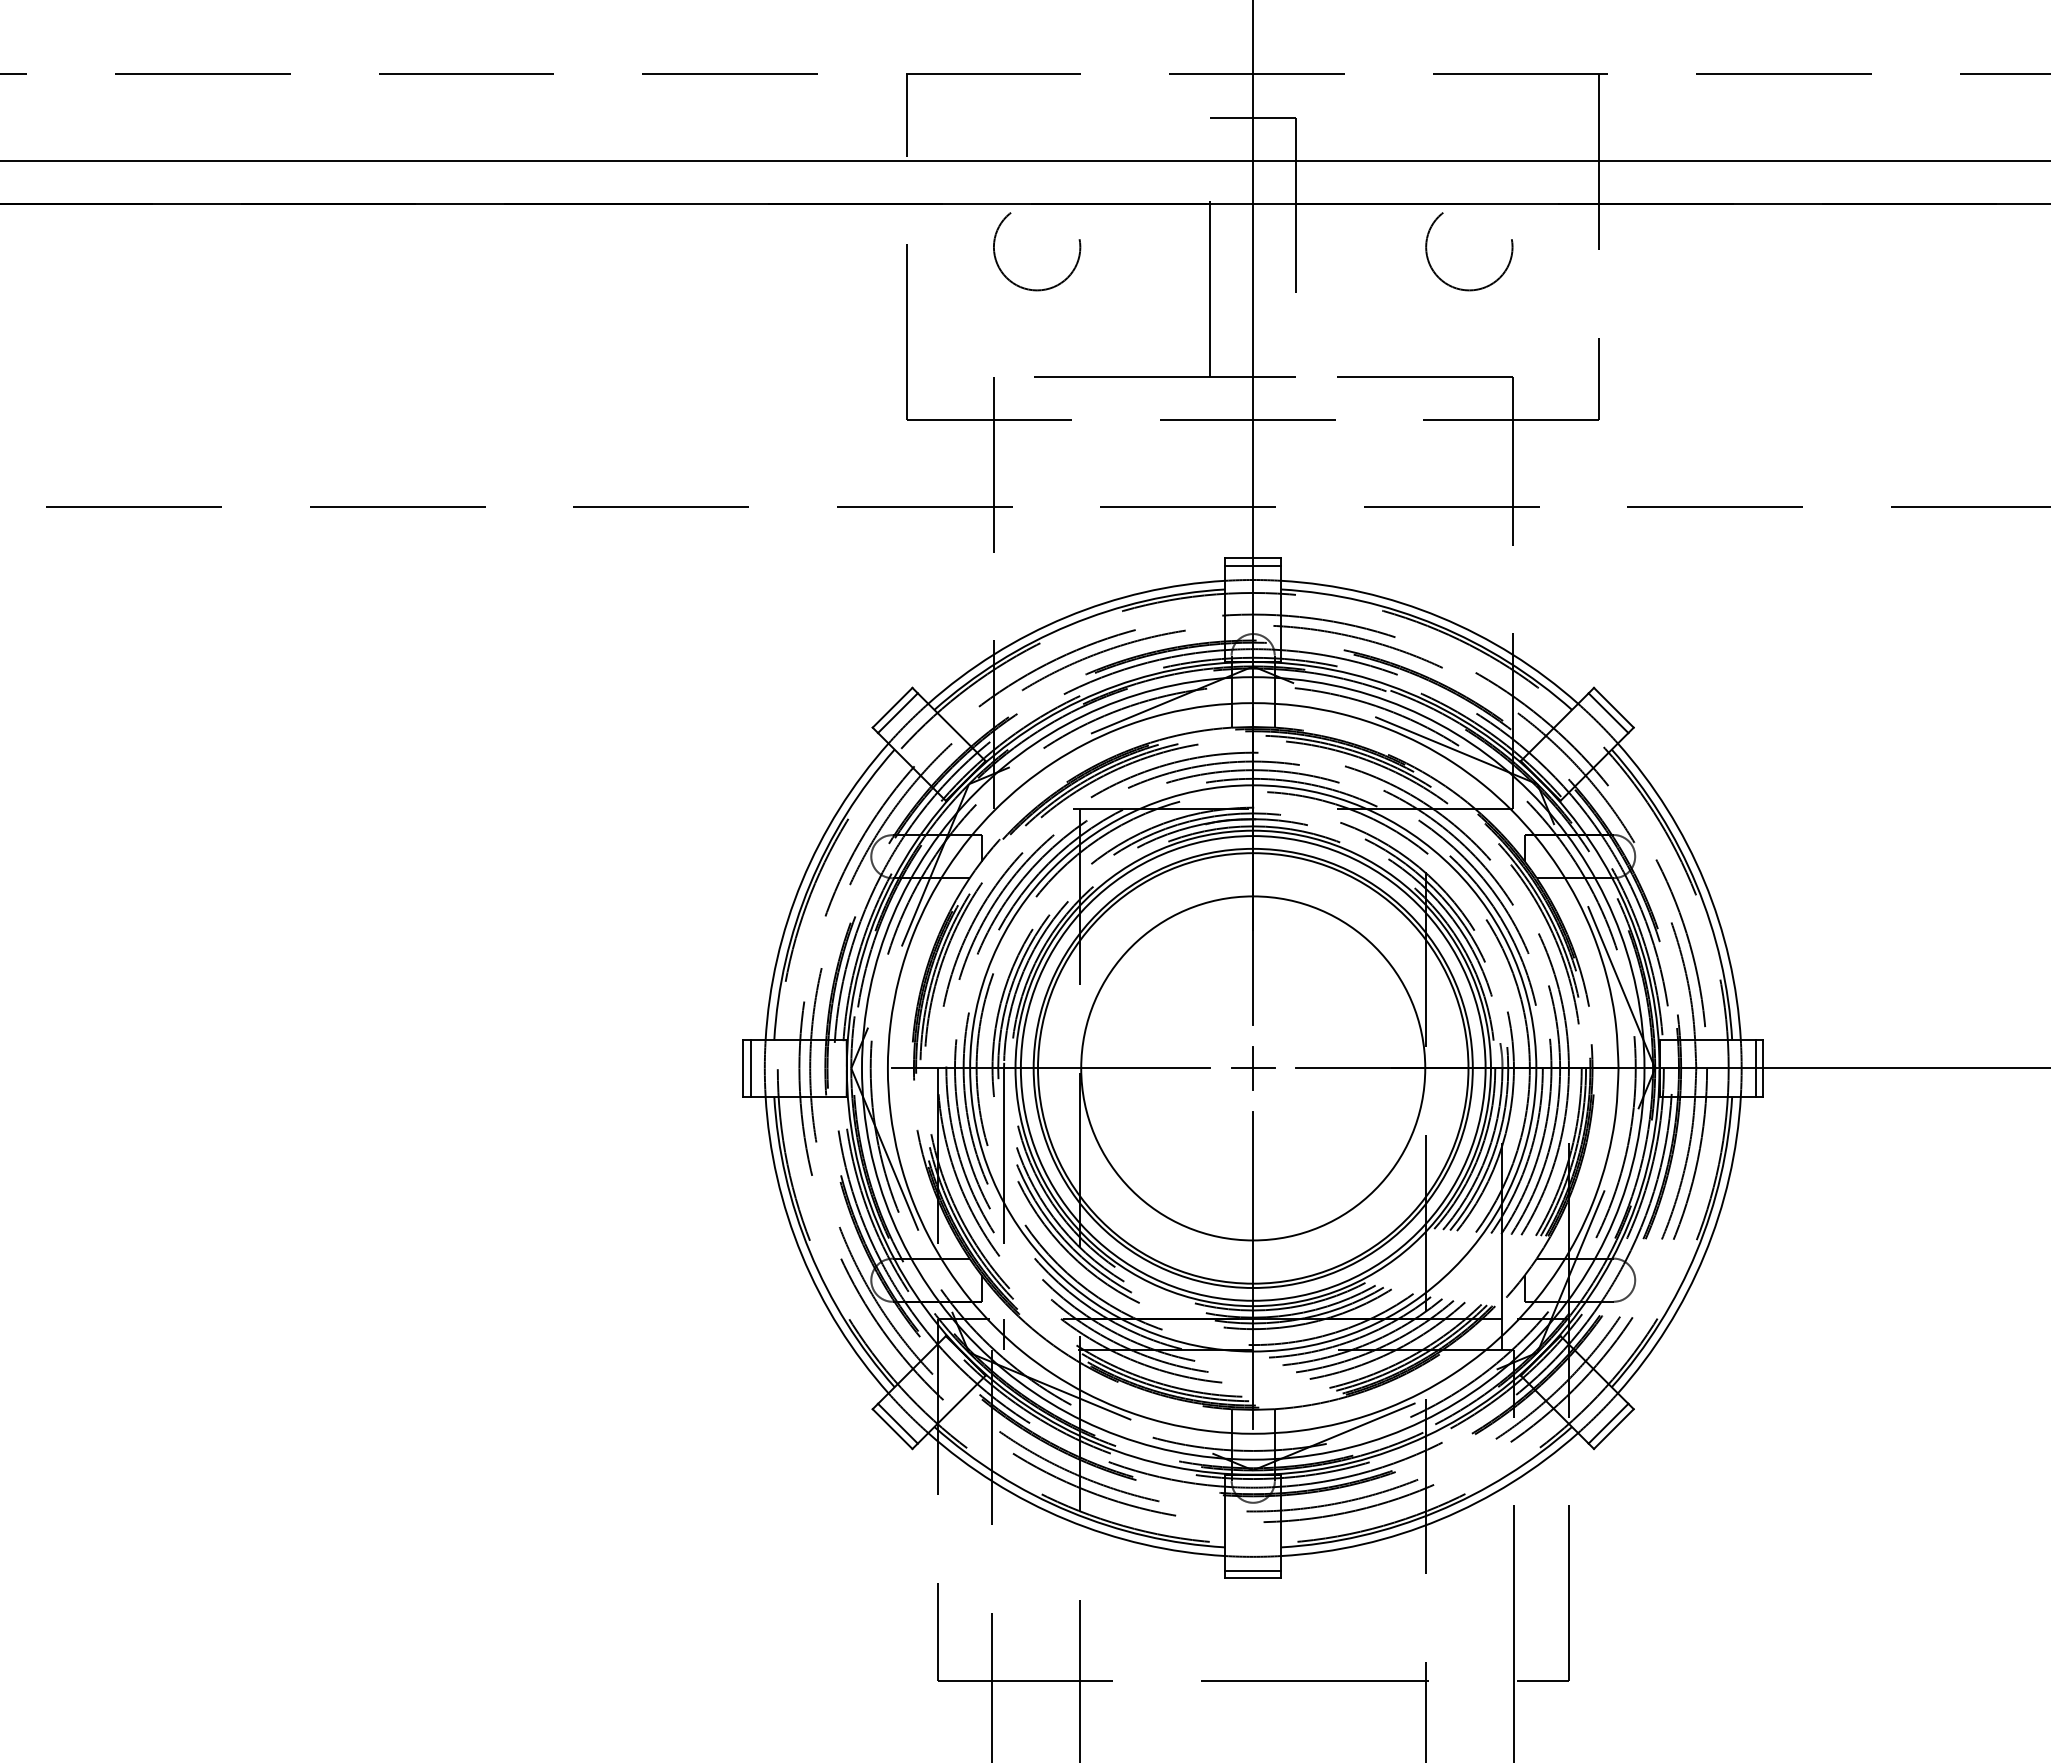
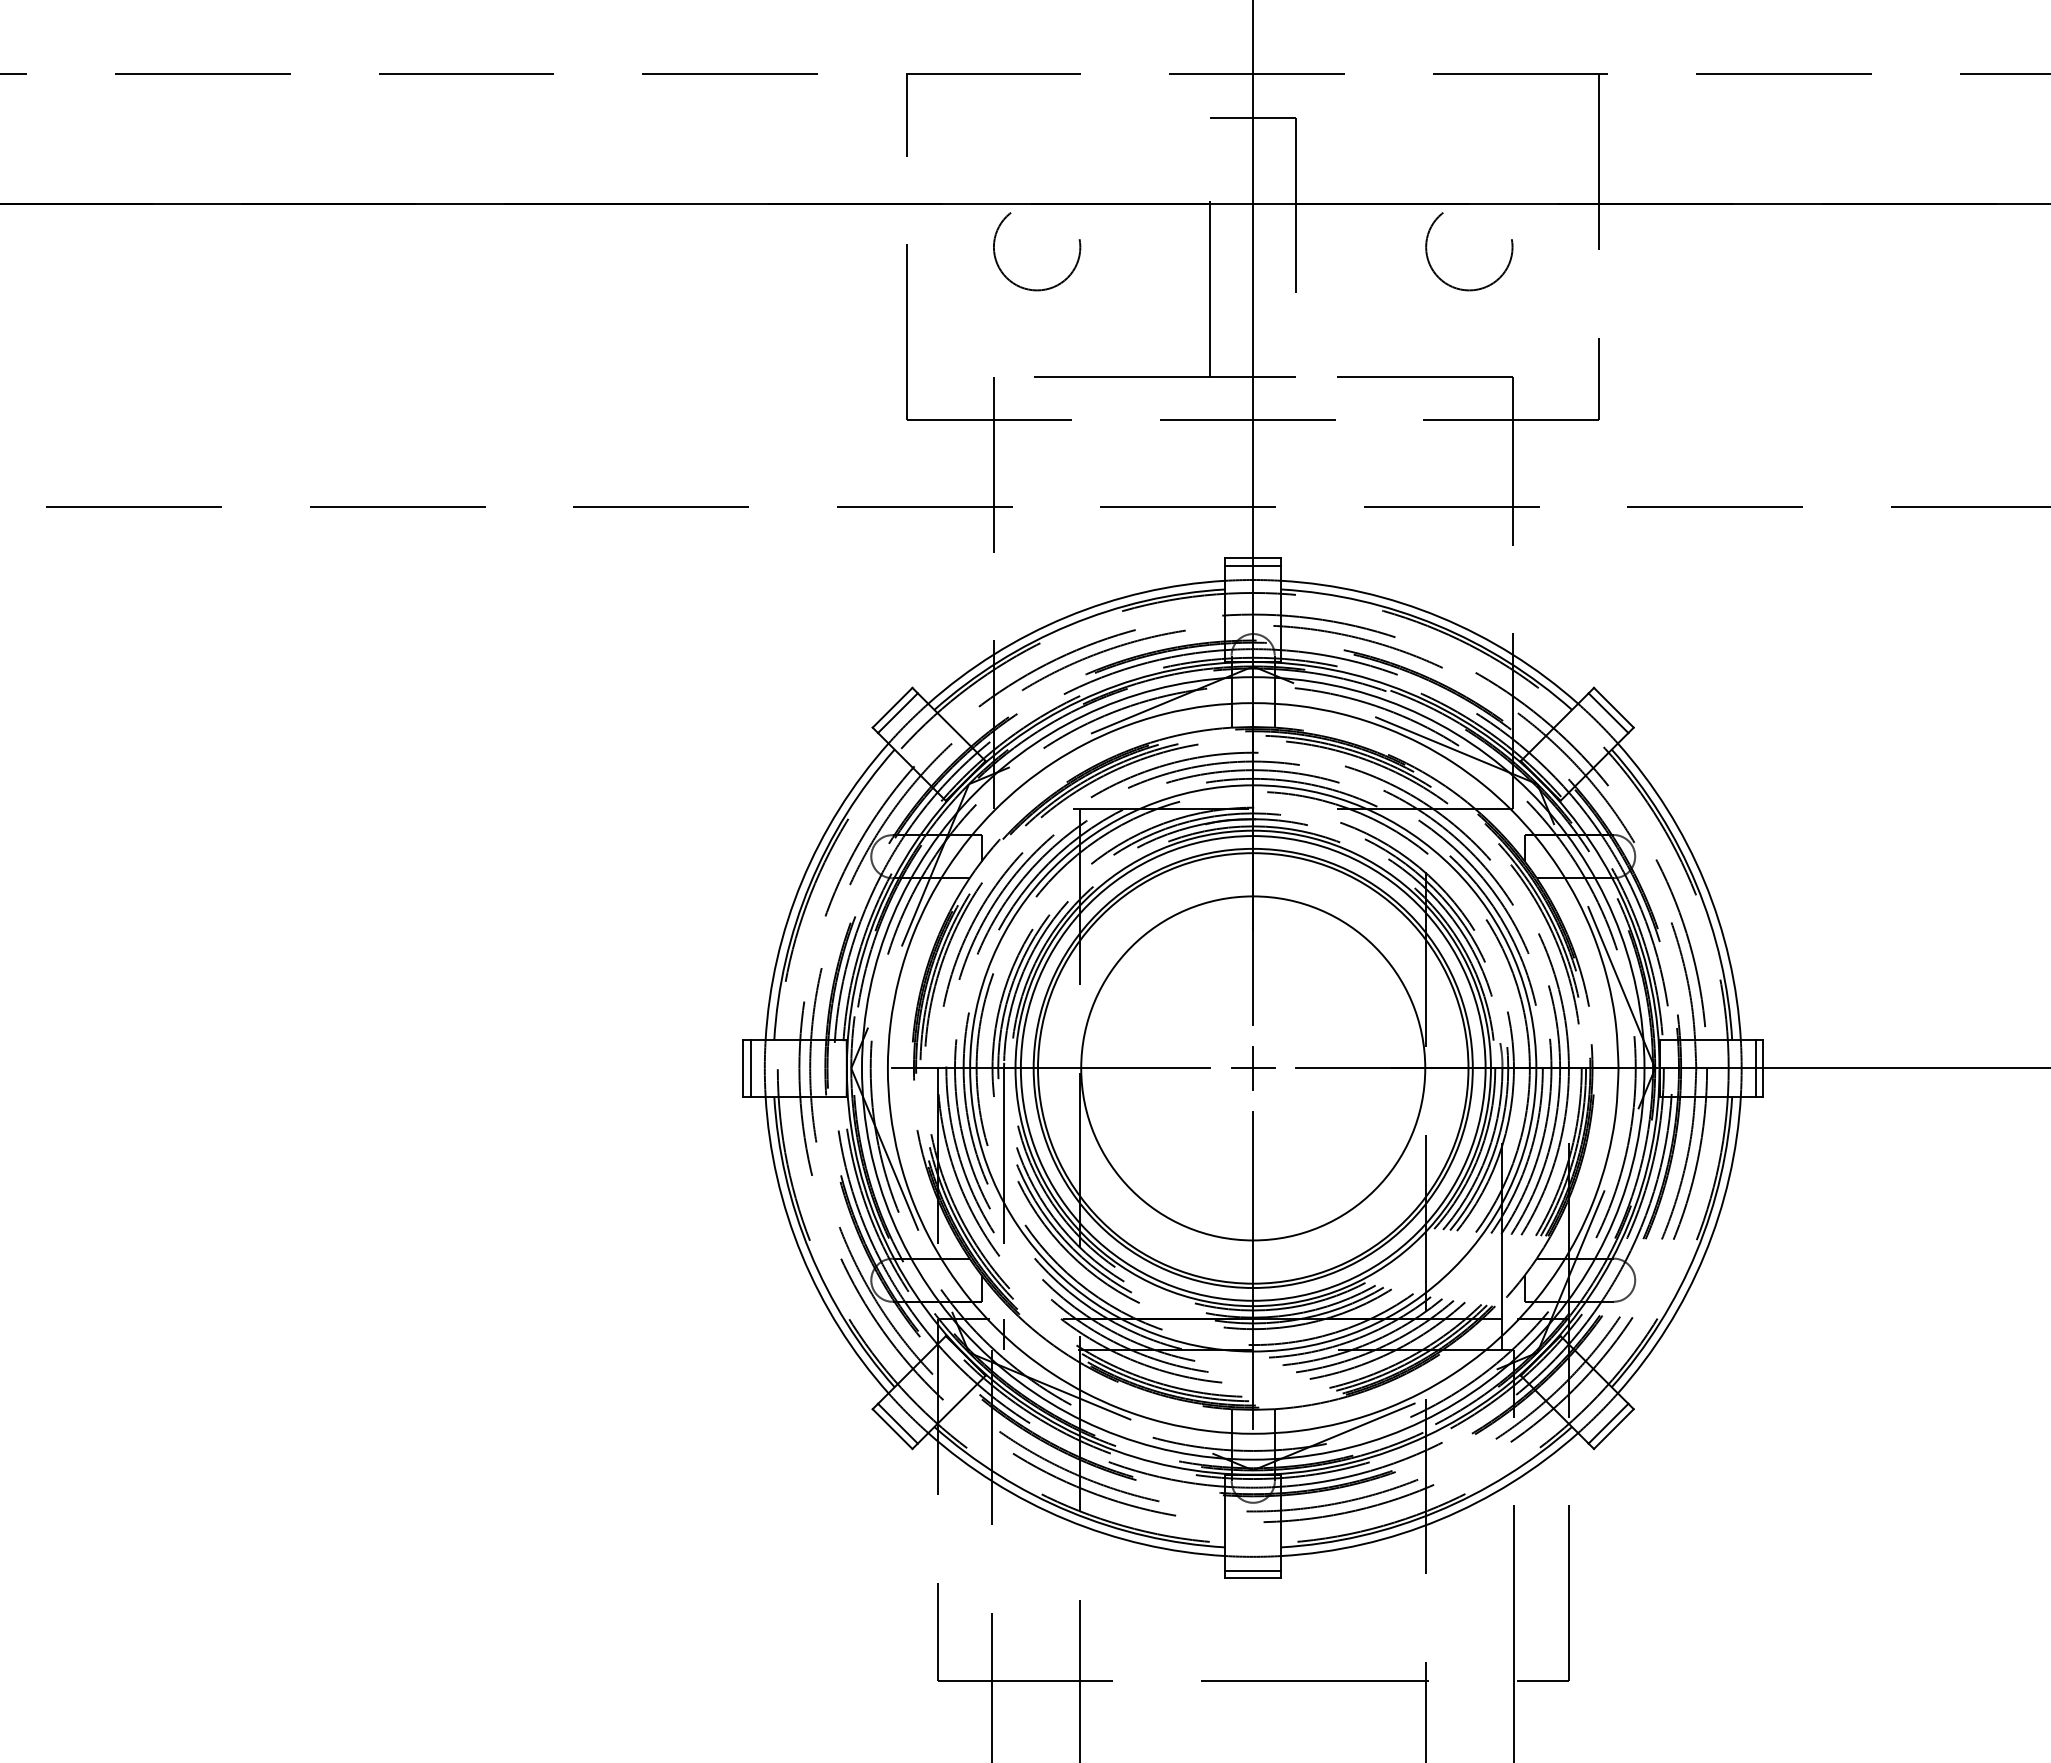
line at (1024, 160): present -> none
